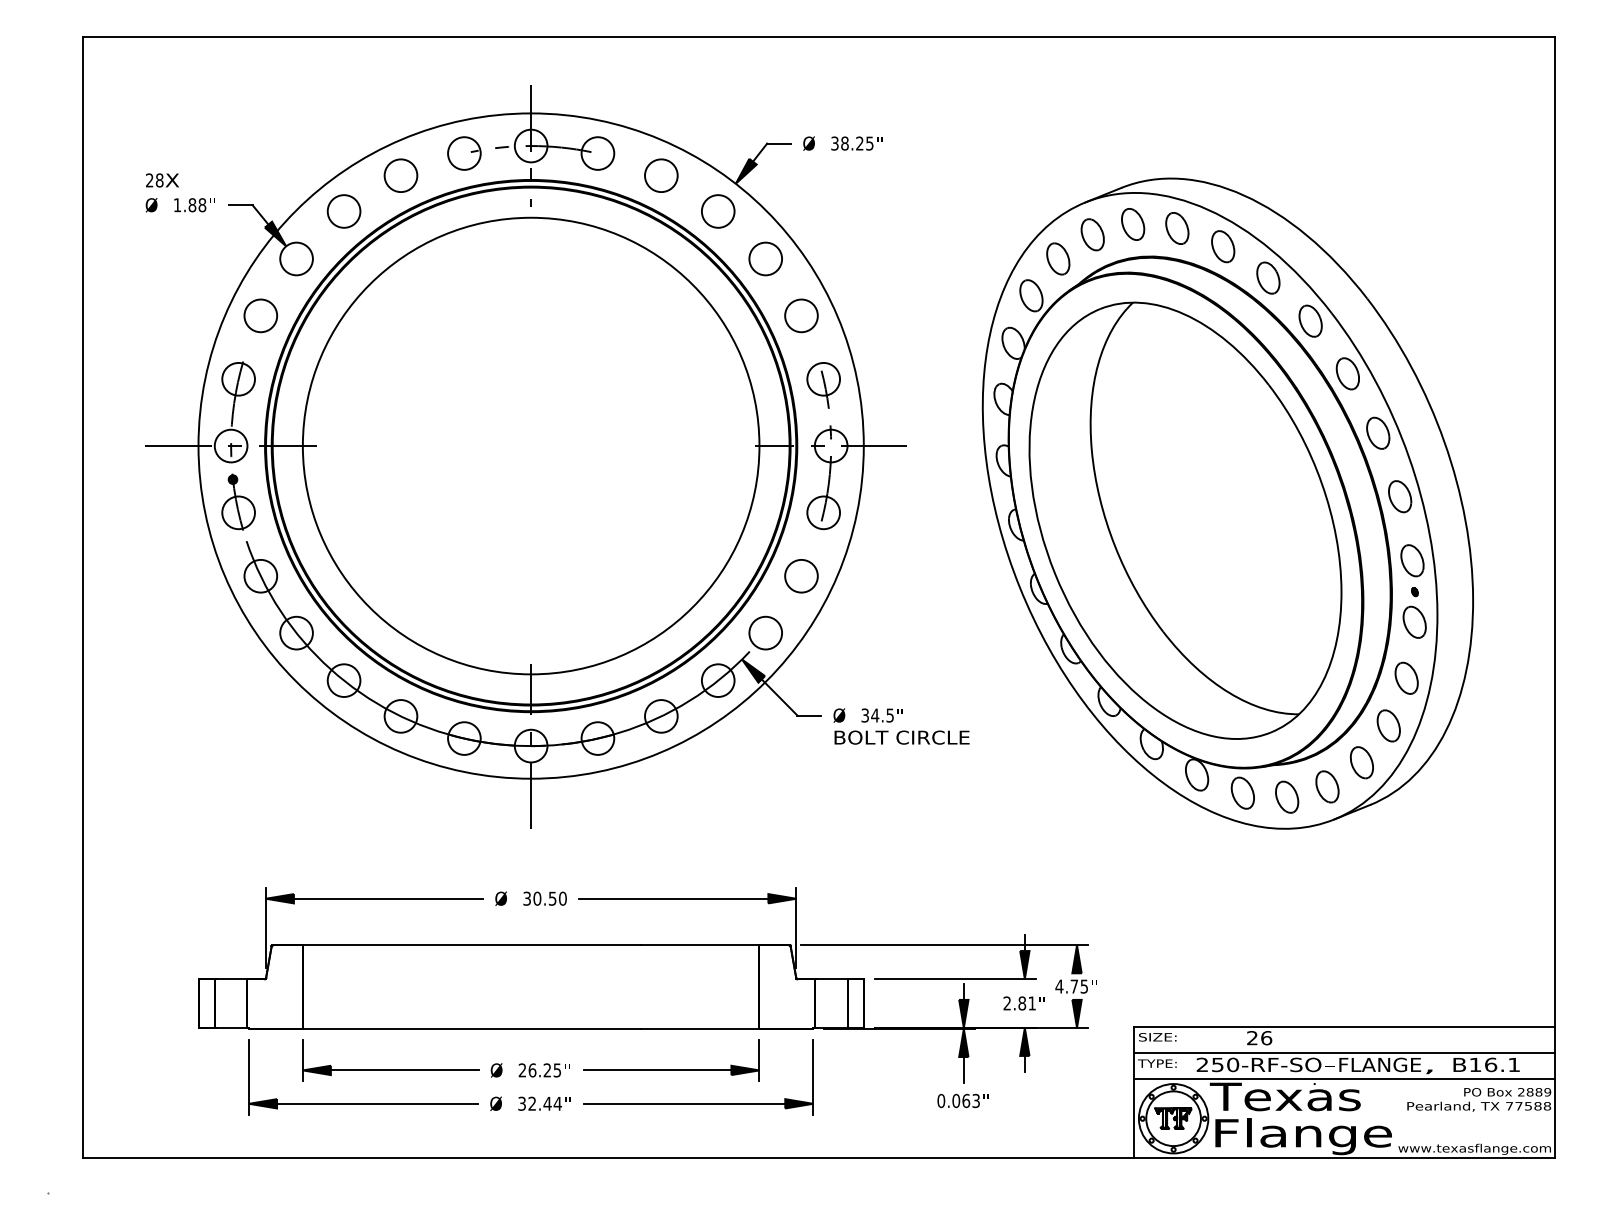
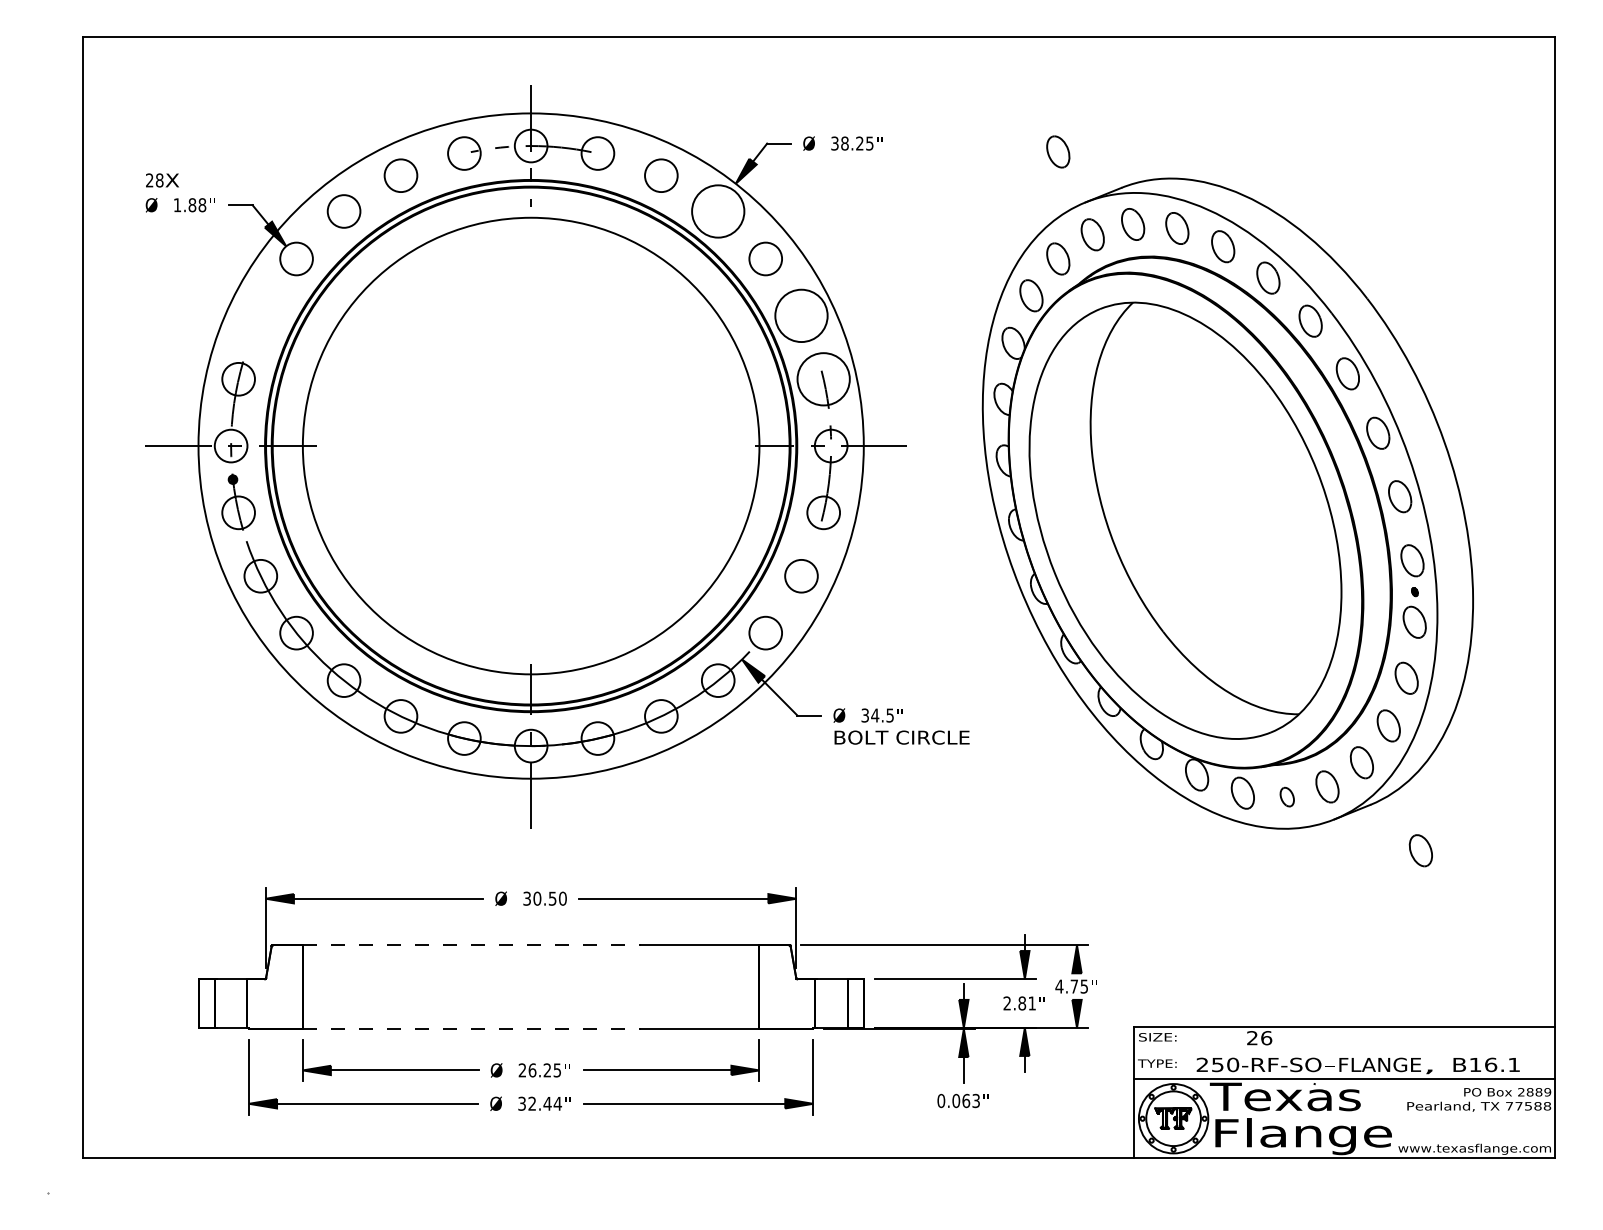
part at (1058, 151): none -> present
circle at (717, 211) diameter: 33 px -> 52 px
circle at (260, 315): present -> none
circle at (801, 315) diameter: 33 px -> 52 px
circle at (823, 378) diameter: 33 px -> 52 px
part at (1287, 796) size: 25x34 px -> 16x22 px
part at (1420, 850): none -> present
line at (471, 945): solid -> dashed
line at (471, 1029): solid -> dashed
line at (1344, 1053): present -> none
